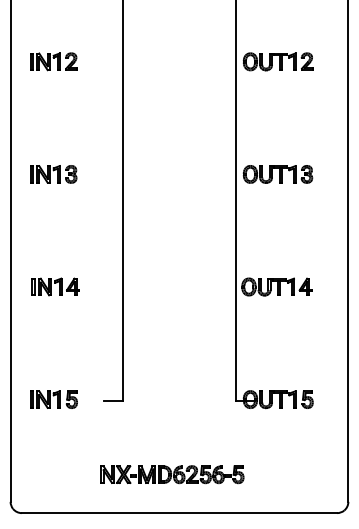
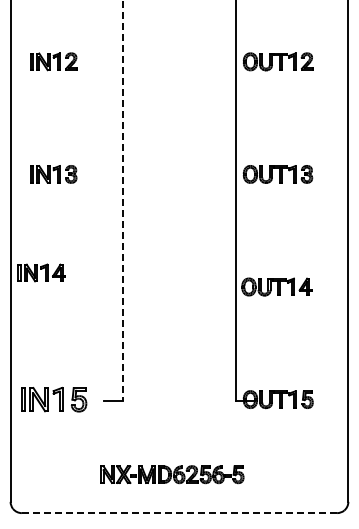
line at (123, 200): solid -> dashed
part at (55, 286) position: (55, 286) -> (41, 272)
part at (53, 399) size: 48x19 px -> 67x27 px
line at (179, 513): solid -> dashed
